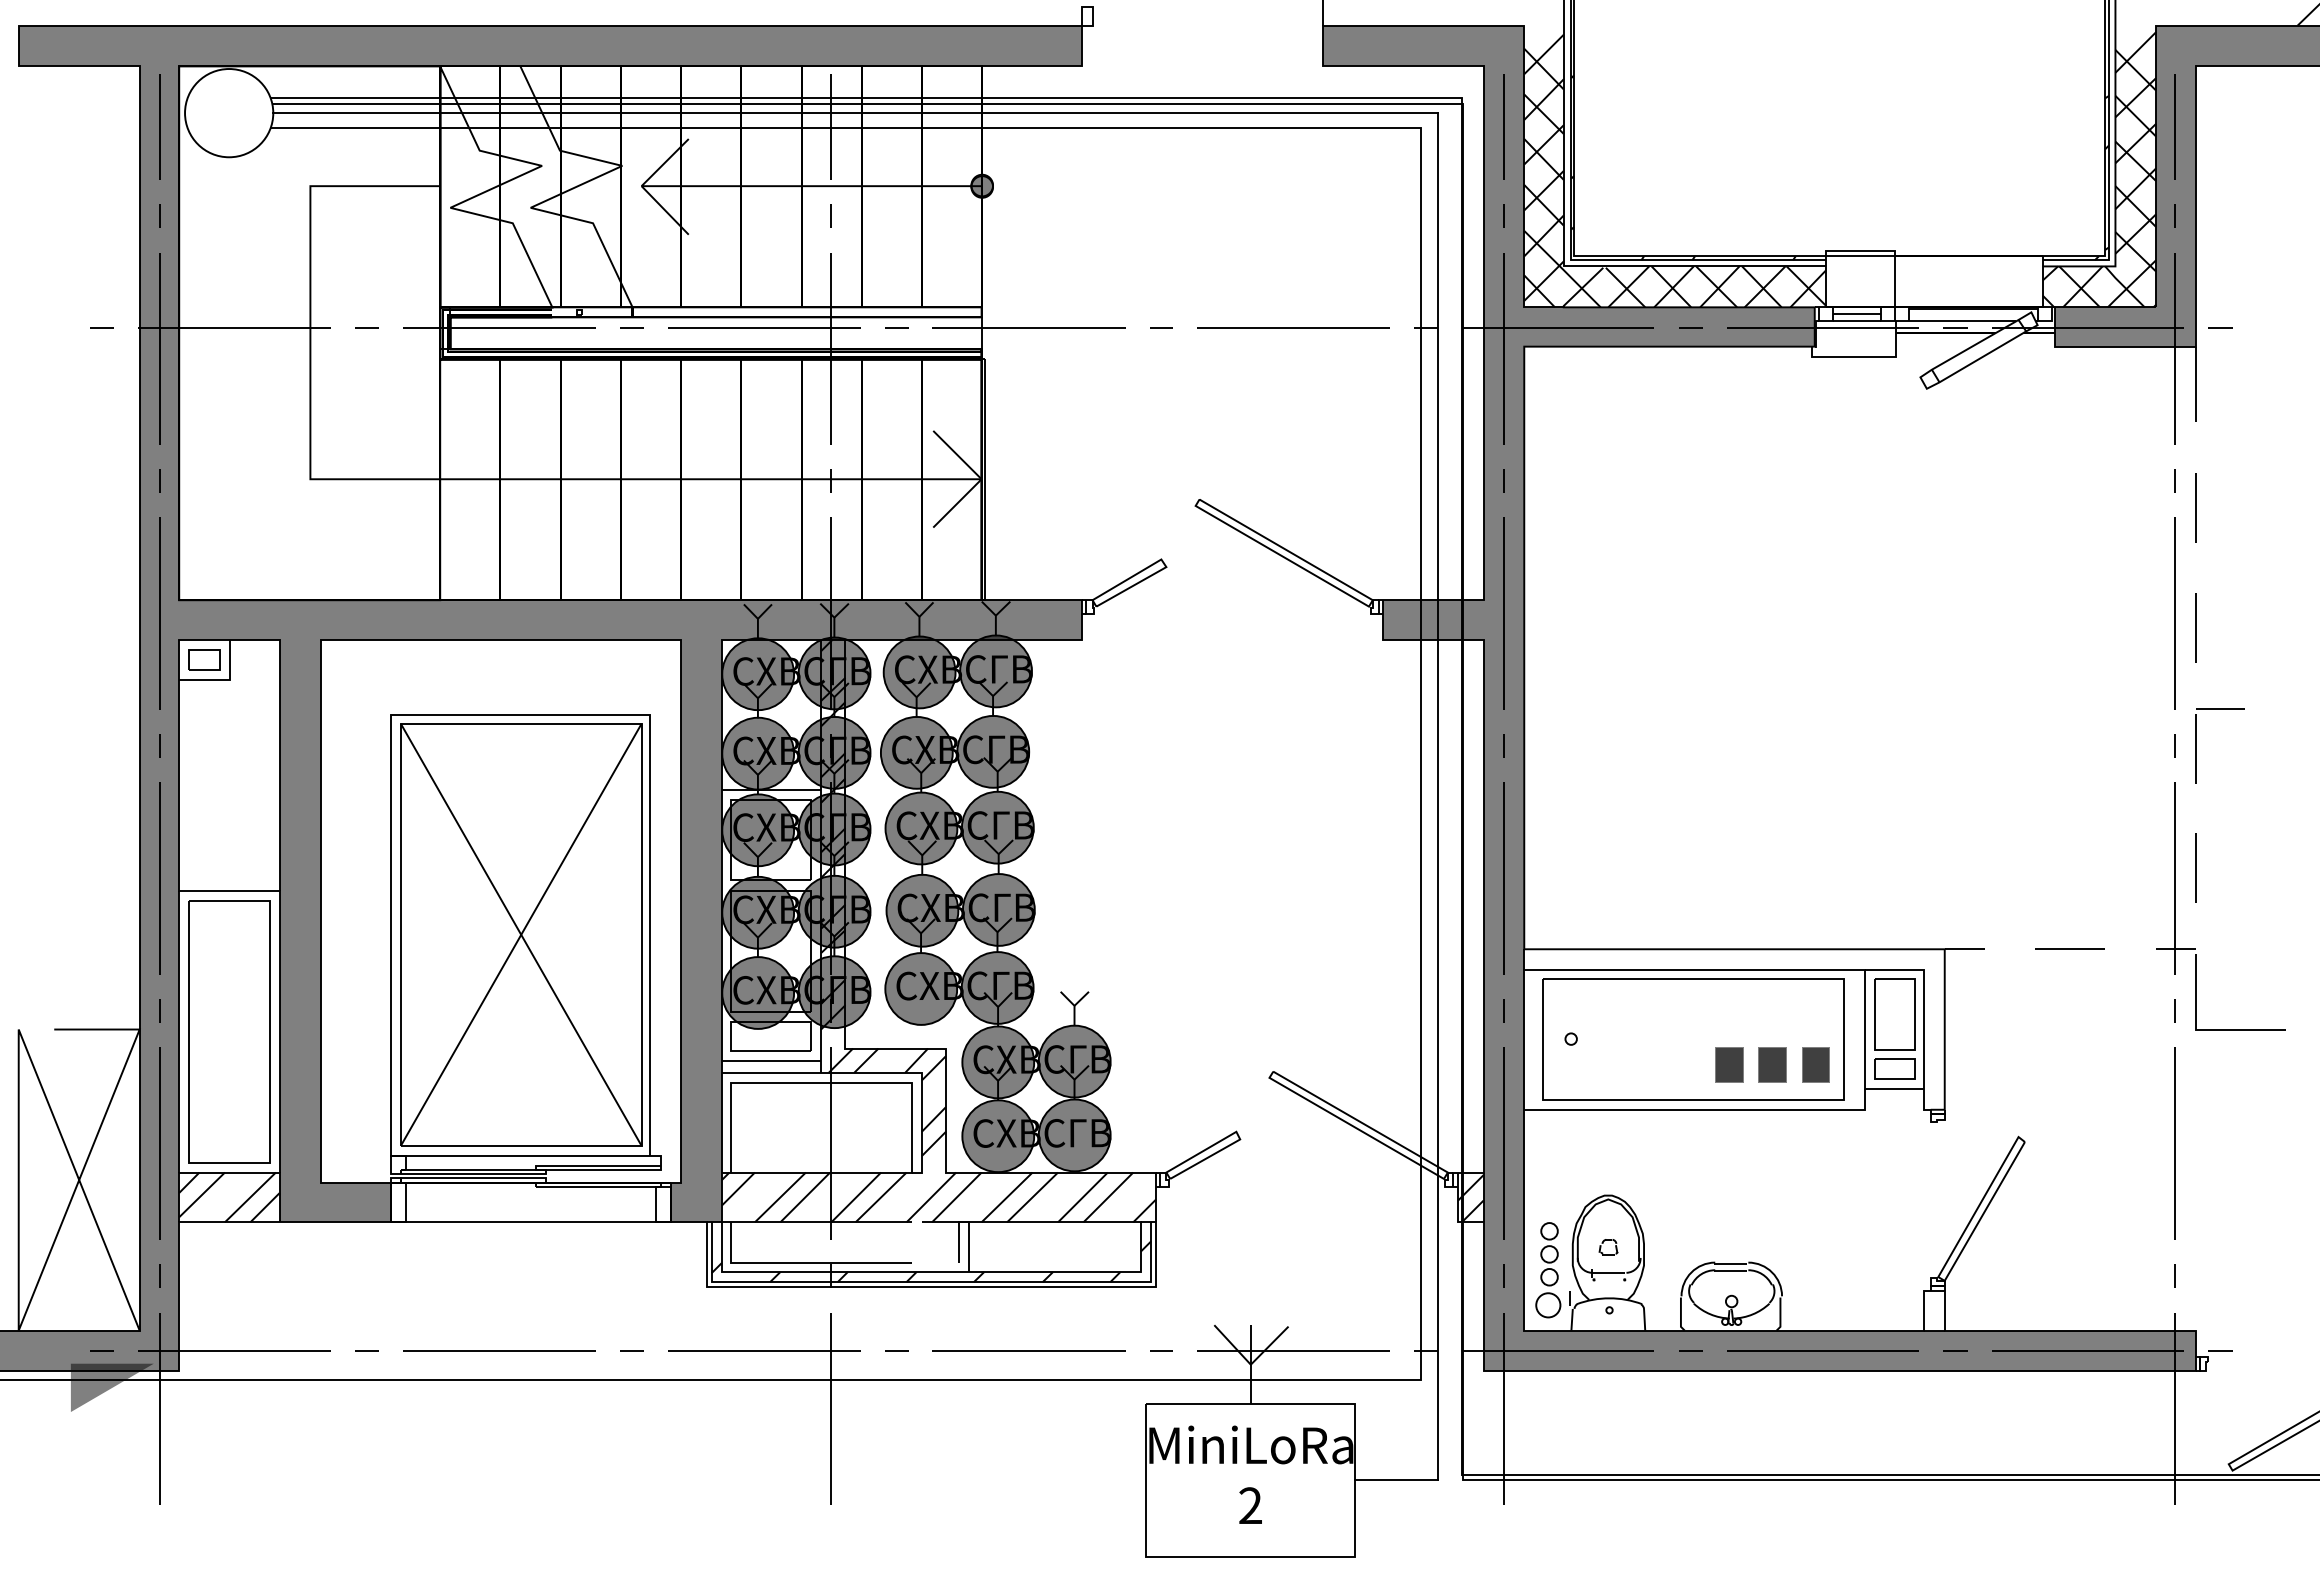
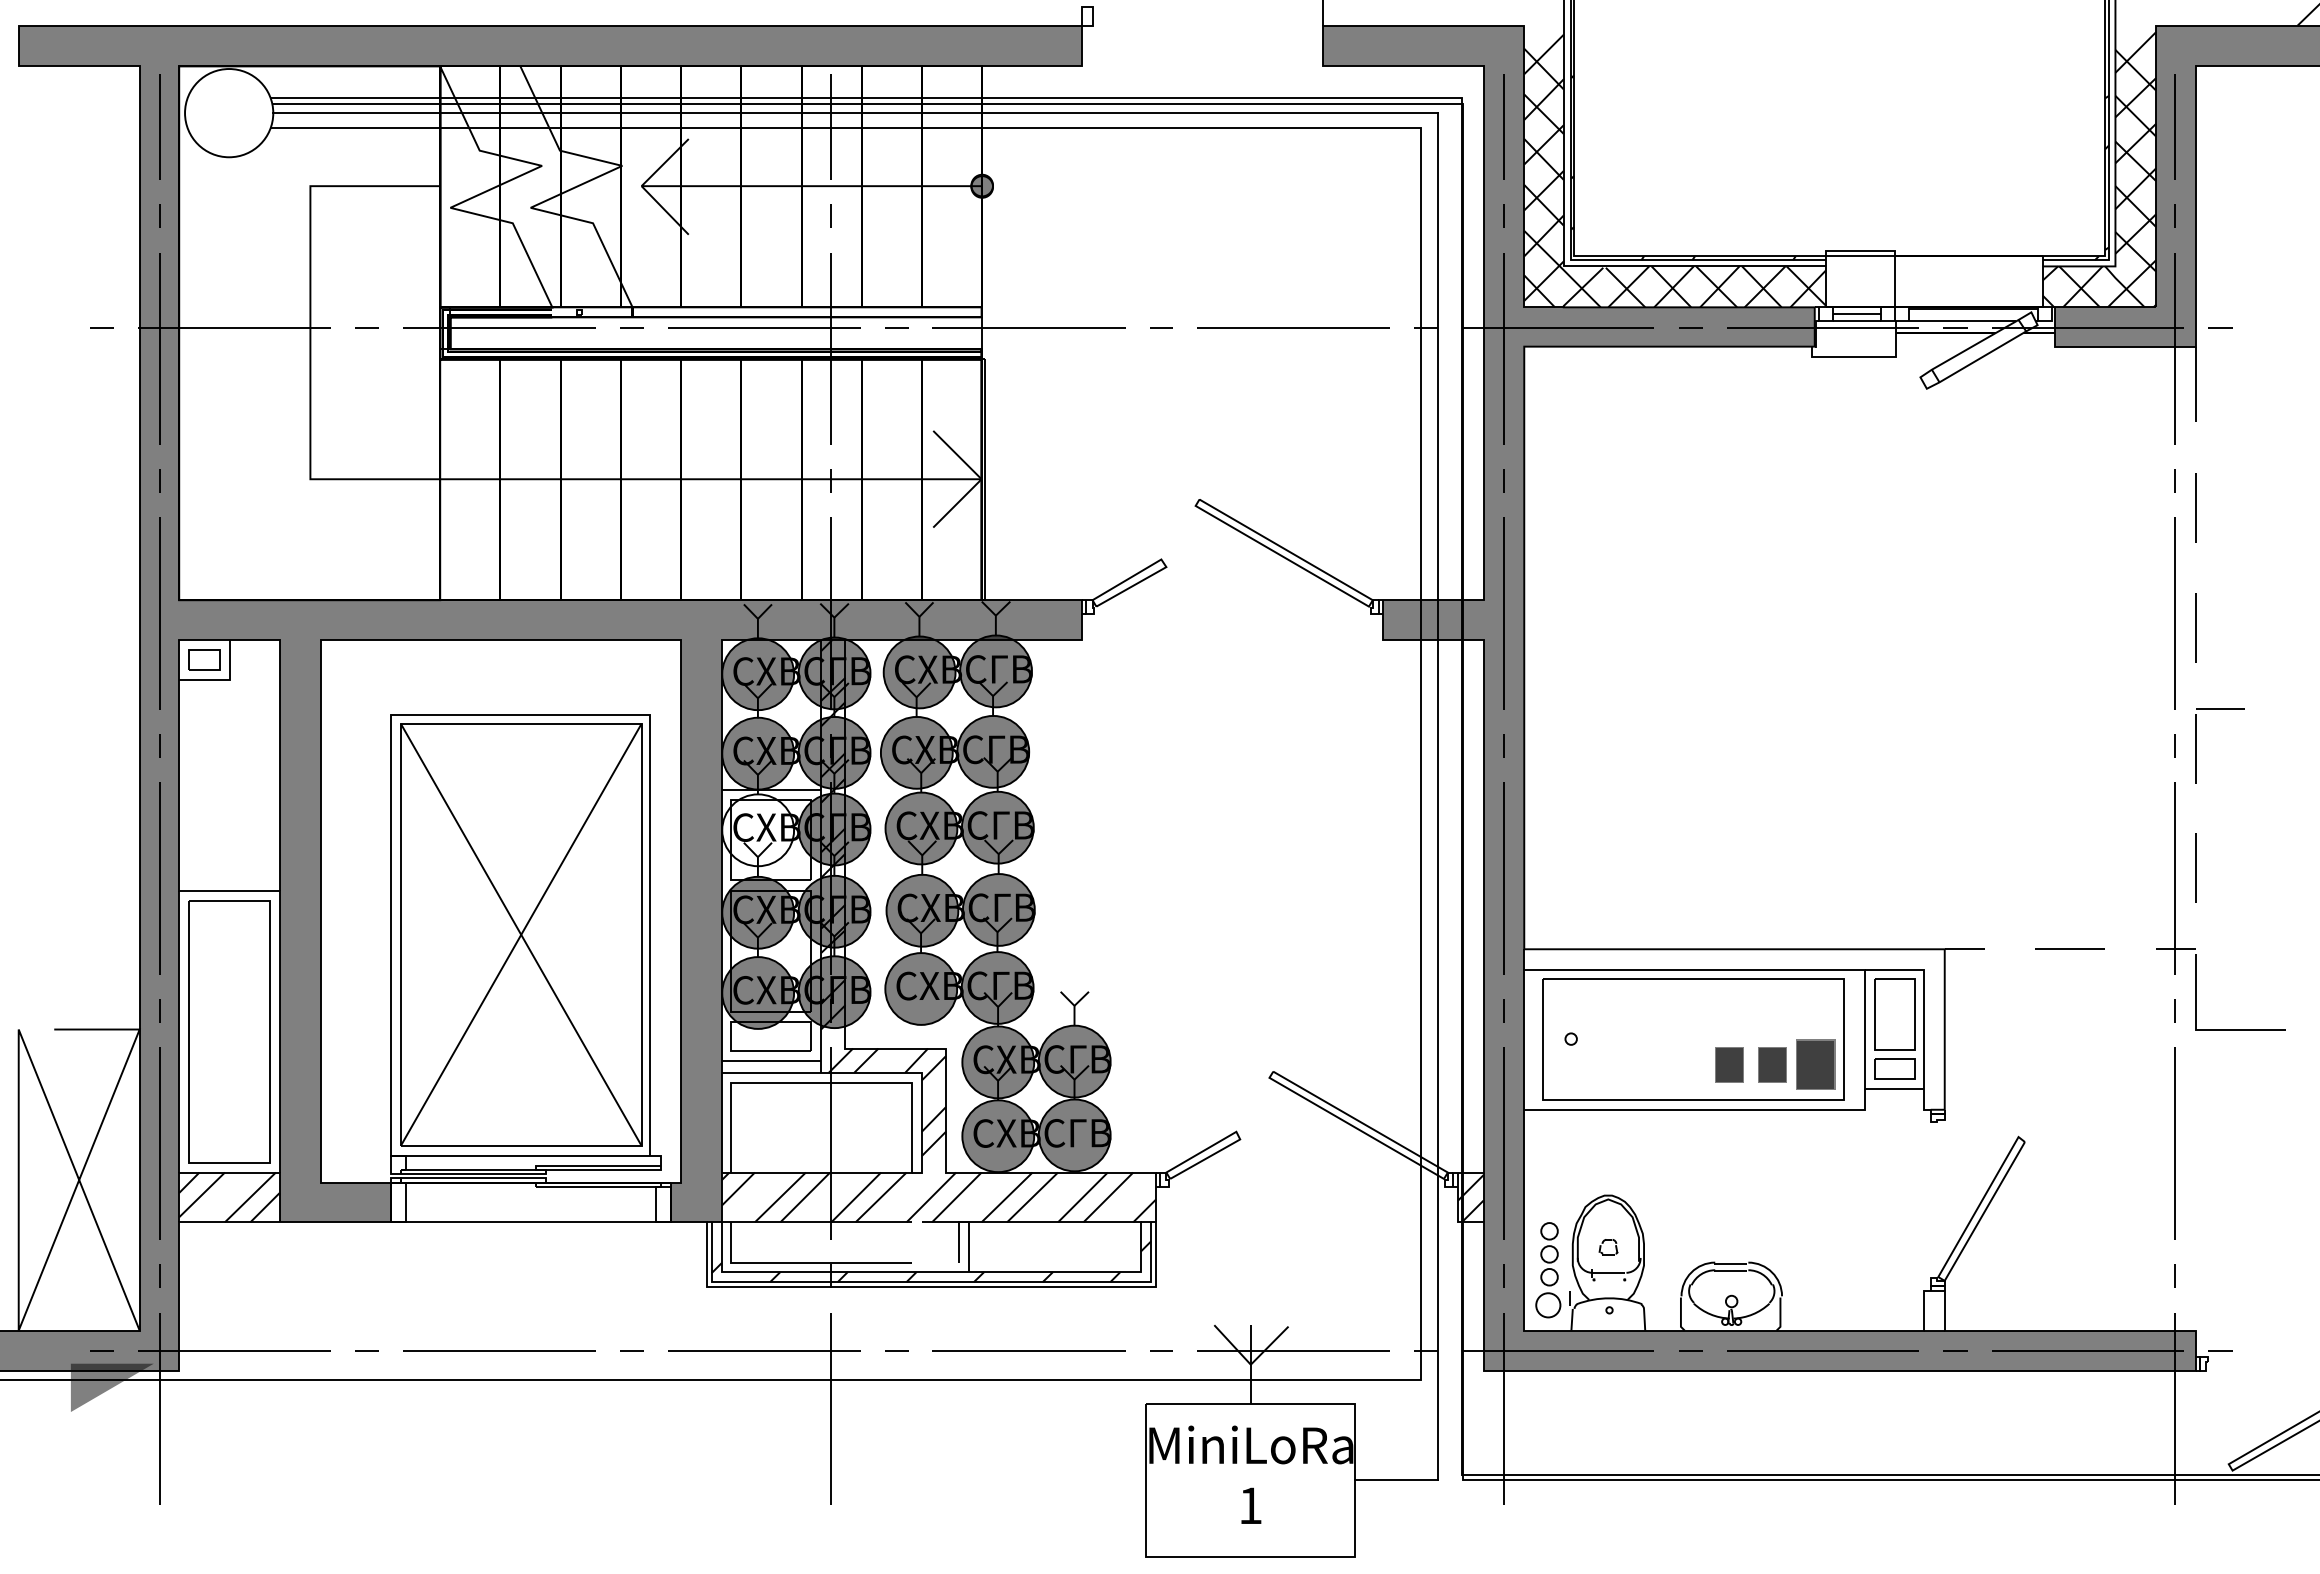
fill at (757, 830): present -> none
part at (1815, 1064) size: 28x36 px -> 40x51 px
text at (1250, 1505): 2 -> 1
